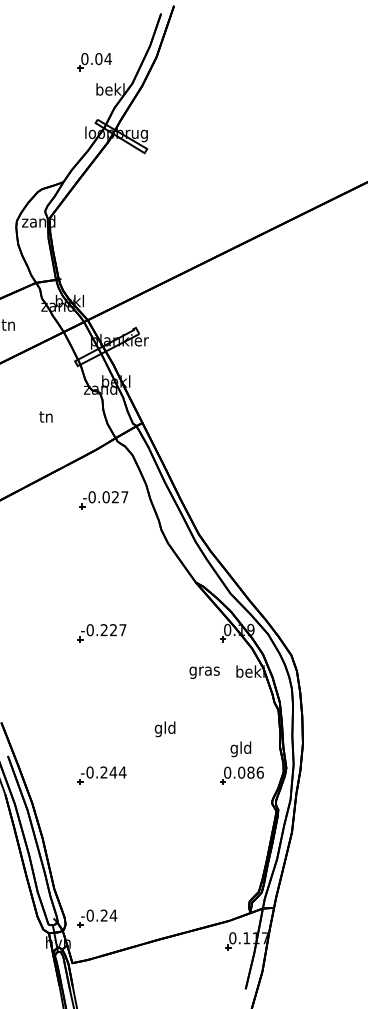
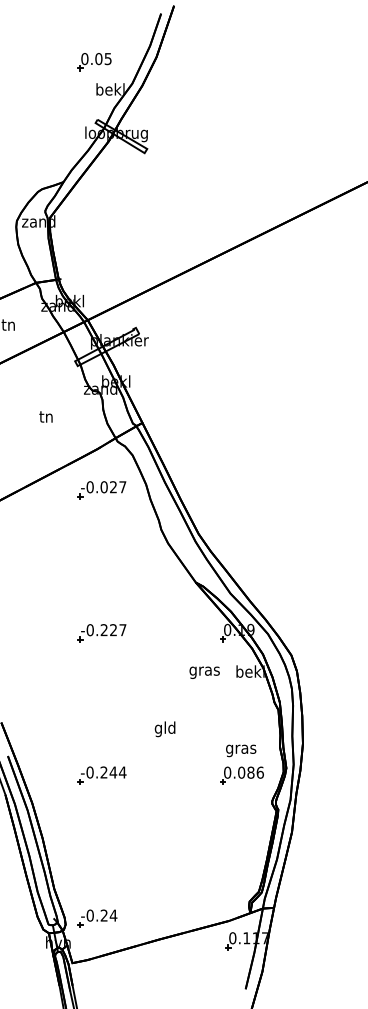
text at (108, 59): 0.04 -> 0.05
part at (103, 500) position: (103, 500) -> (101, 490)
text at (241, 749): gld -> gras
